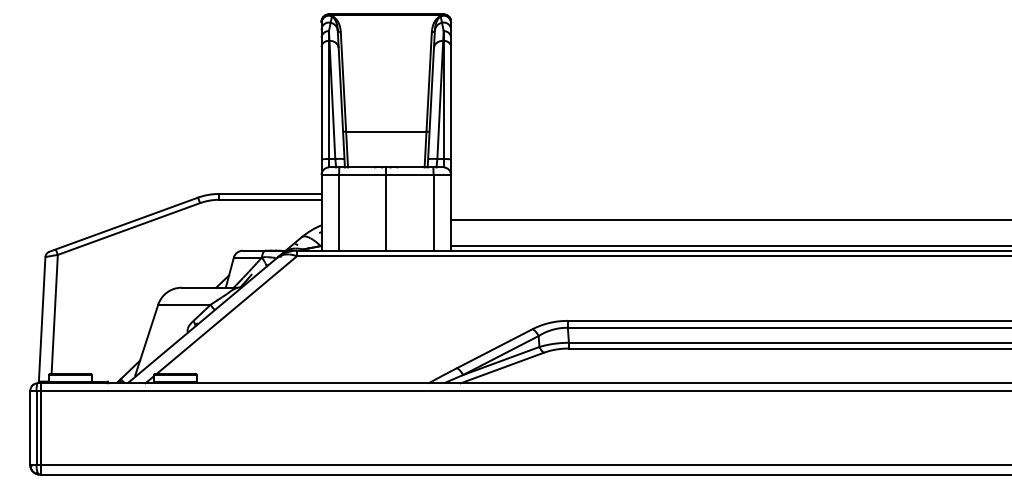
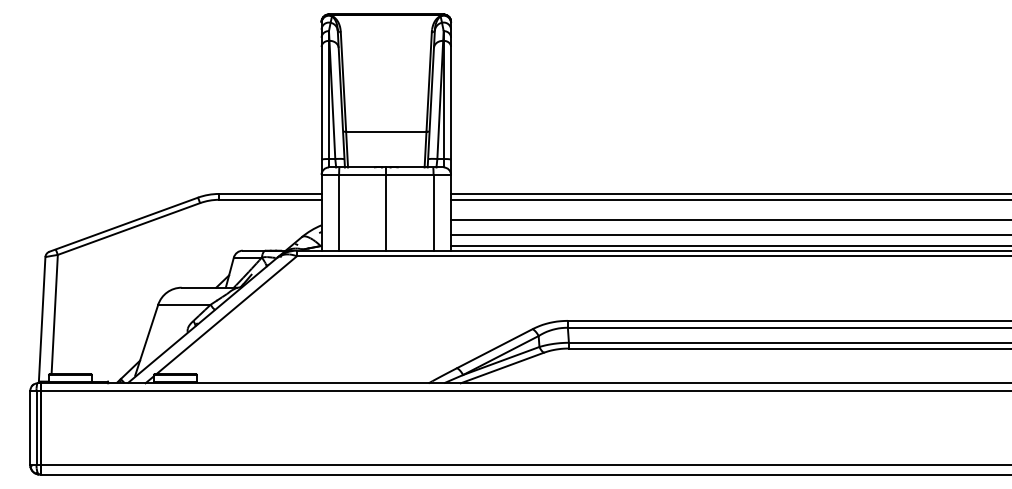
line at (729, 194): none -> present
line at (729, 199): none -> present
line at (729, 235): none -> present
